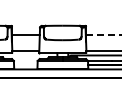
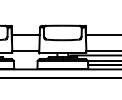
line at (104, 34): dashed -> solid
